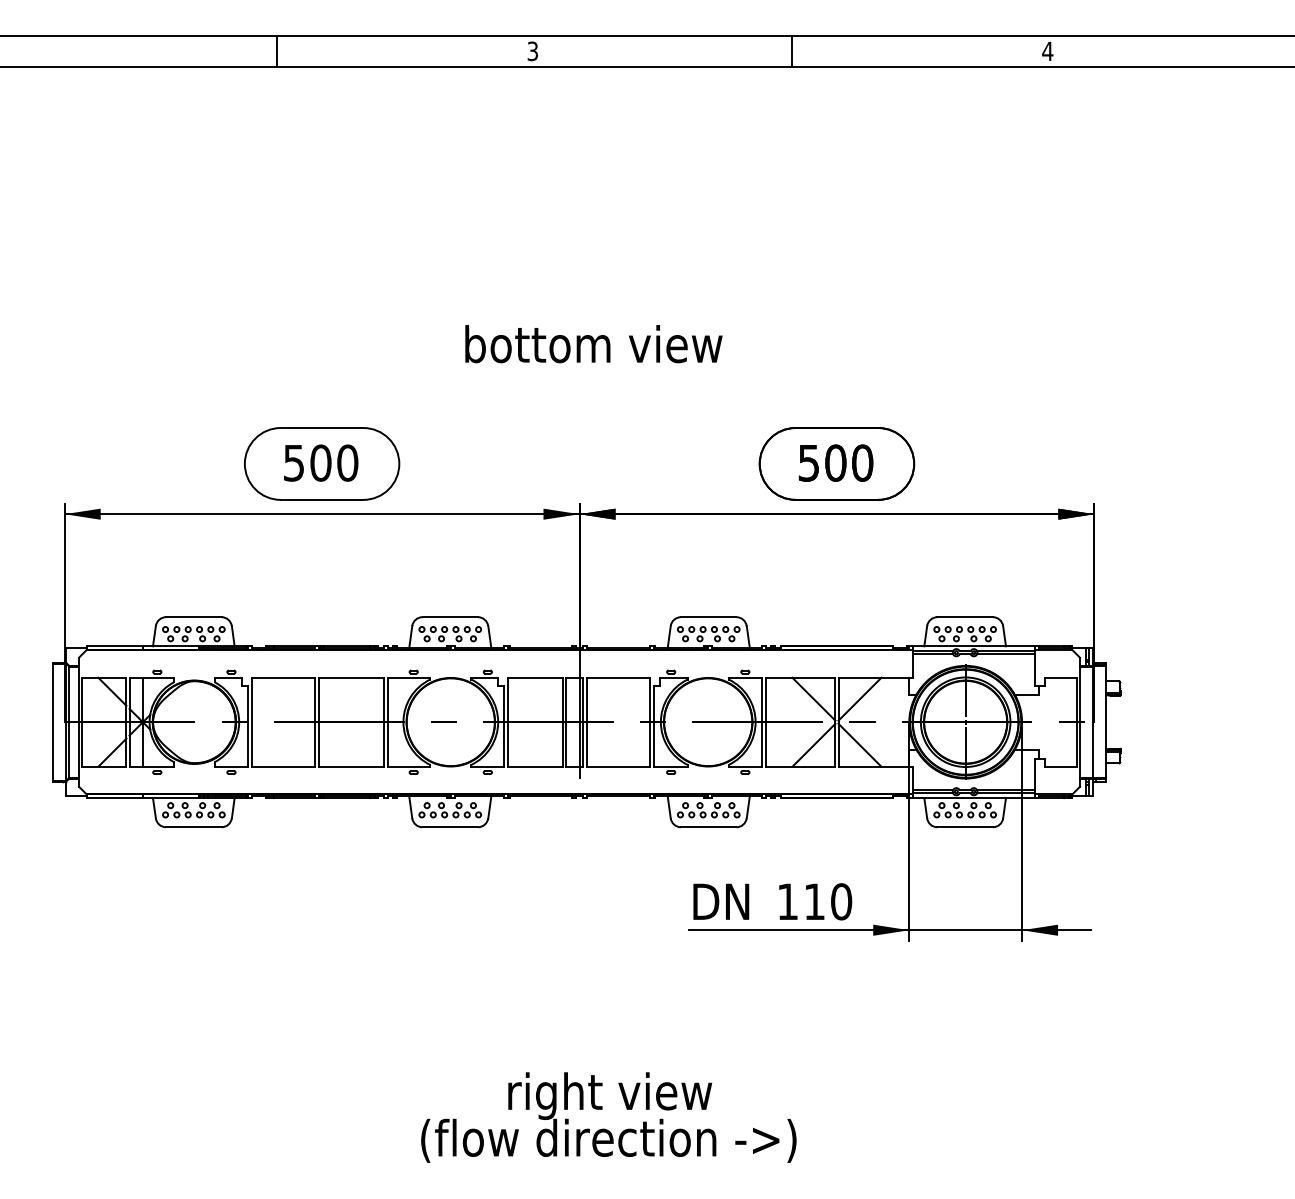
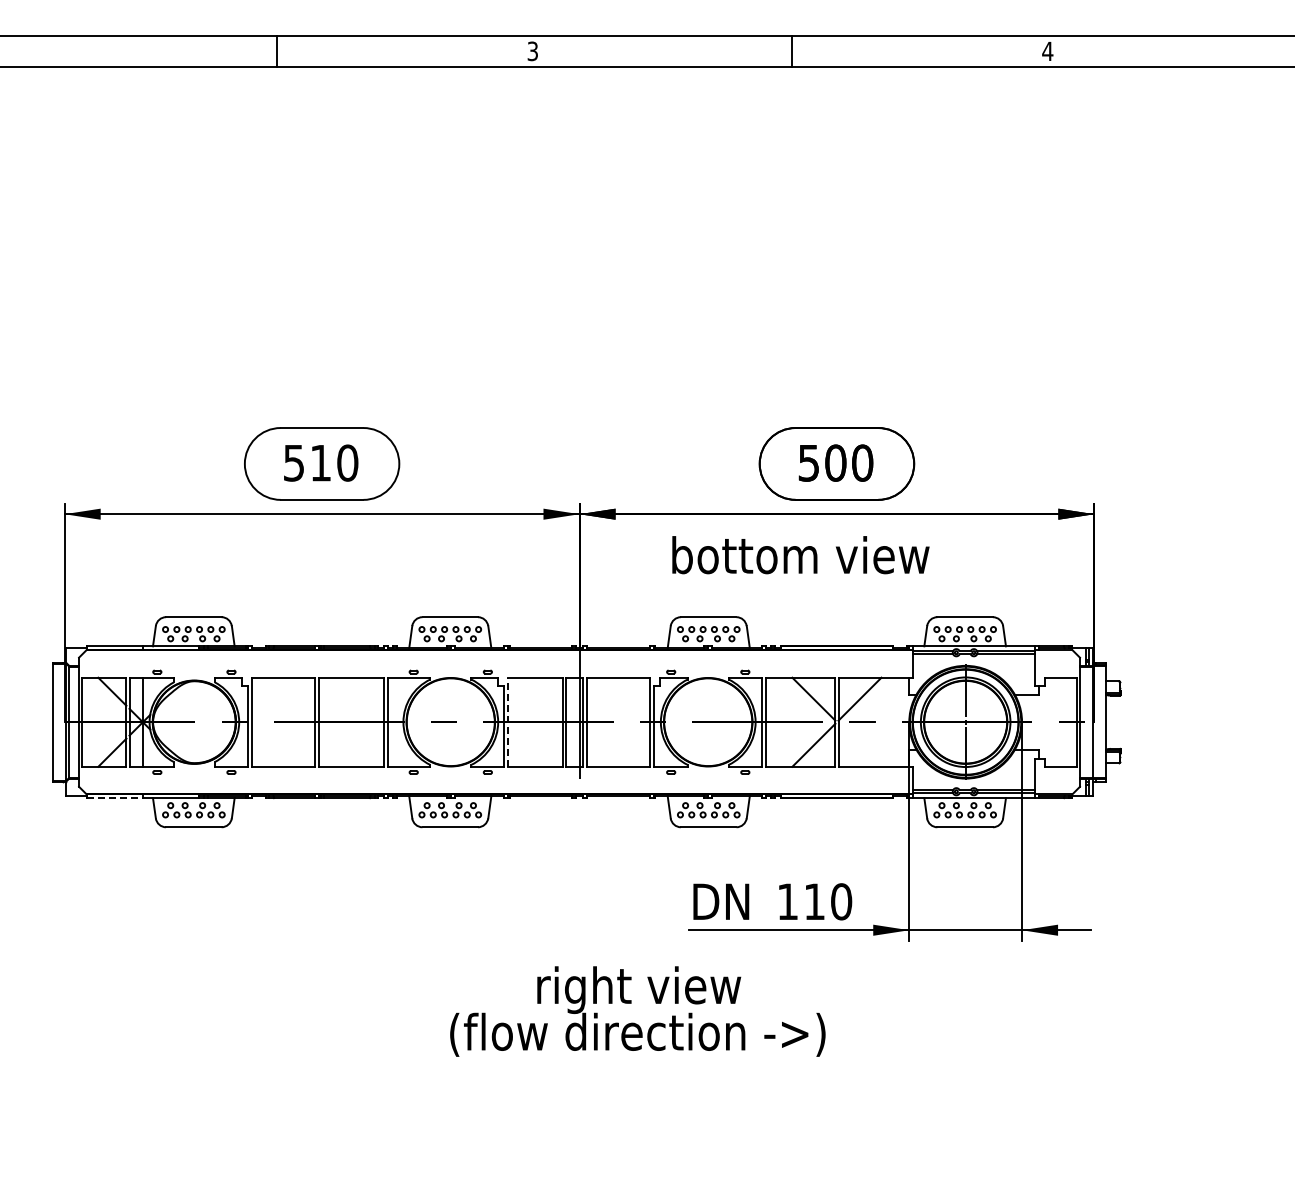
text at (593, 344) position: (593, 344) -> (800, 555)
text at (320, 462): 500 -> 510
line at (508, 722): solid -> dashed
line at (859, 744): present -> none
line at (115, 798): solid -> dashed
text at (608, 1117) position: (608, 1117) -> (637, 1011)
